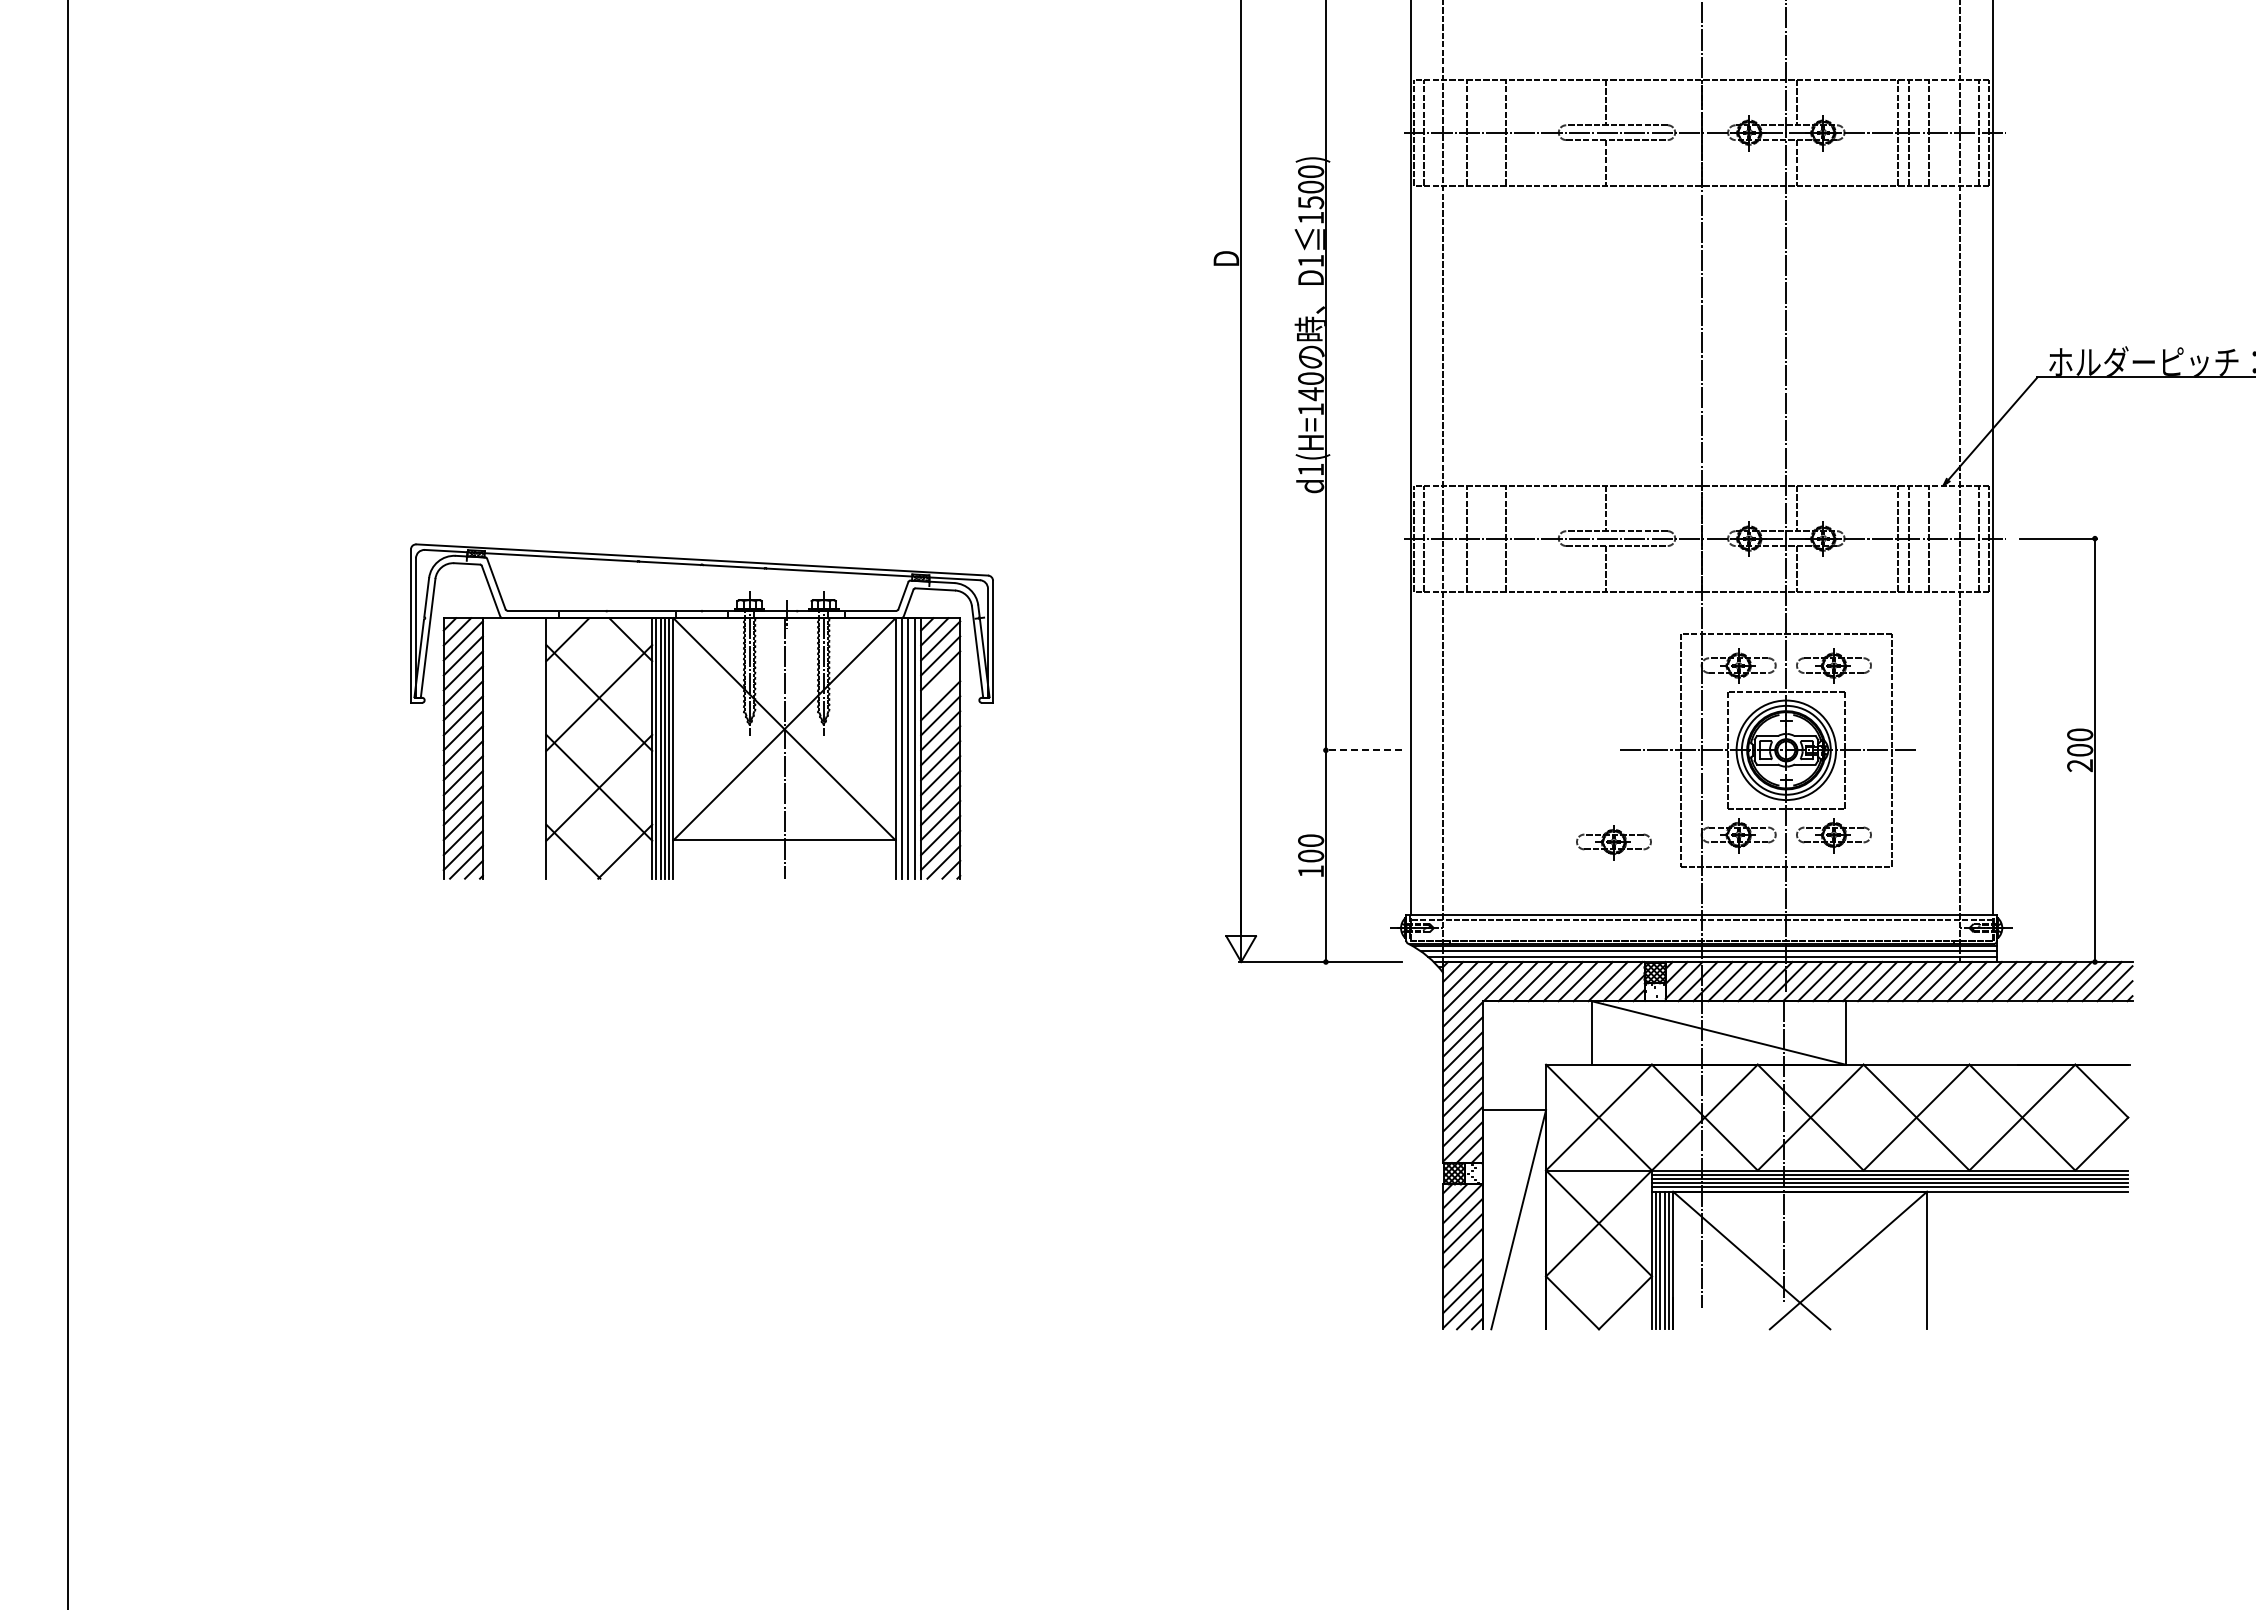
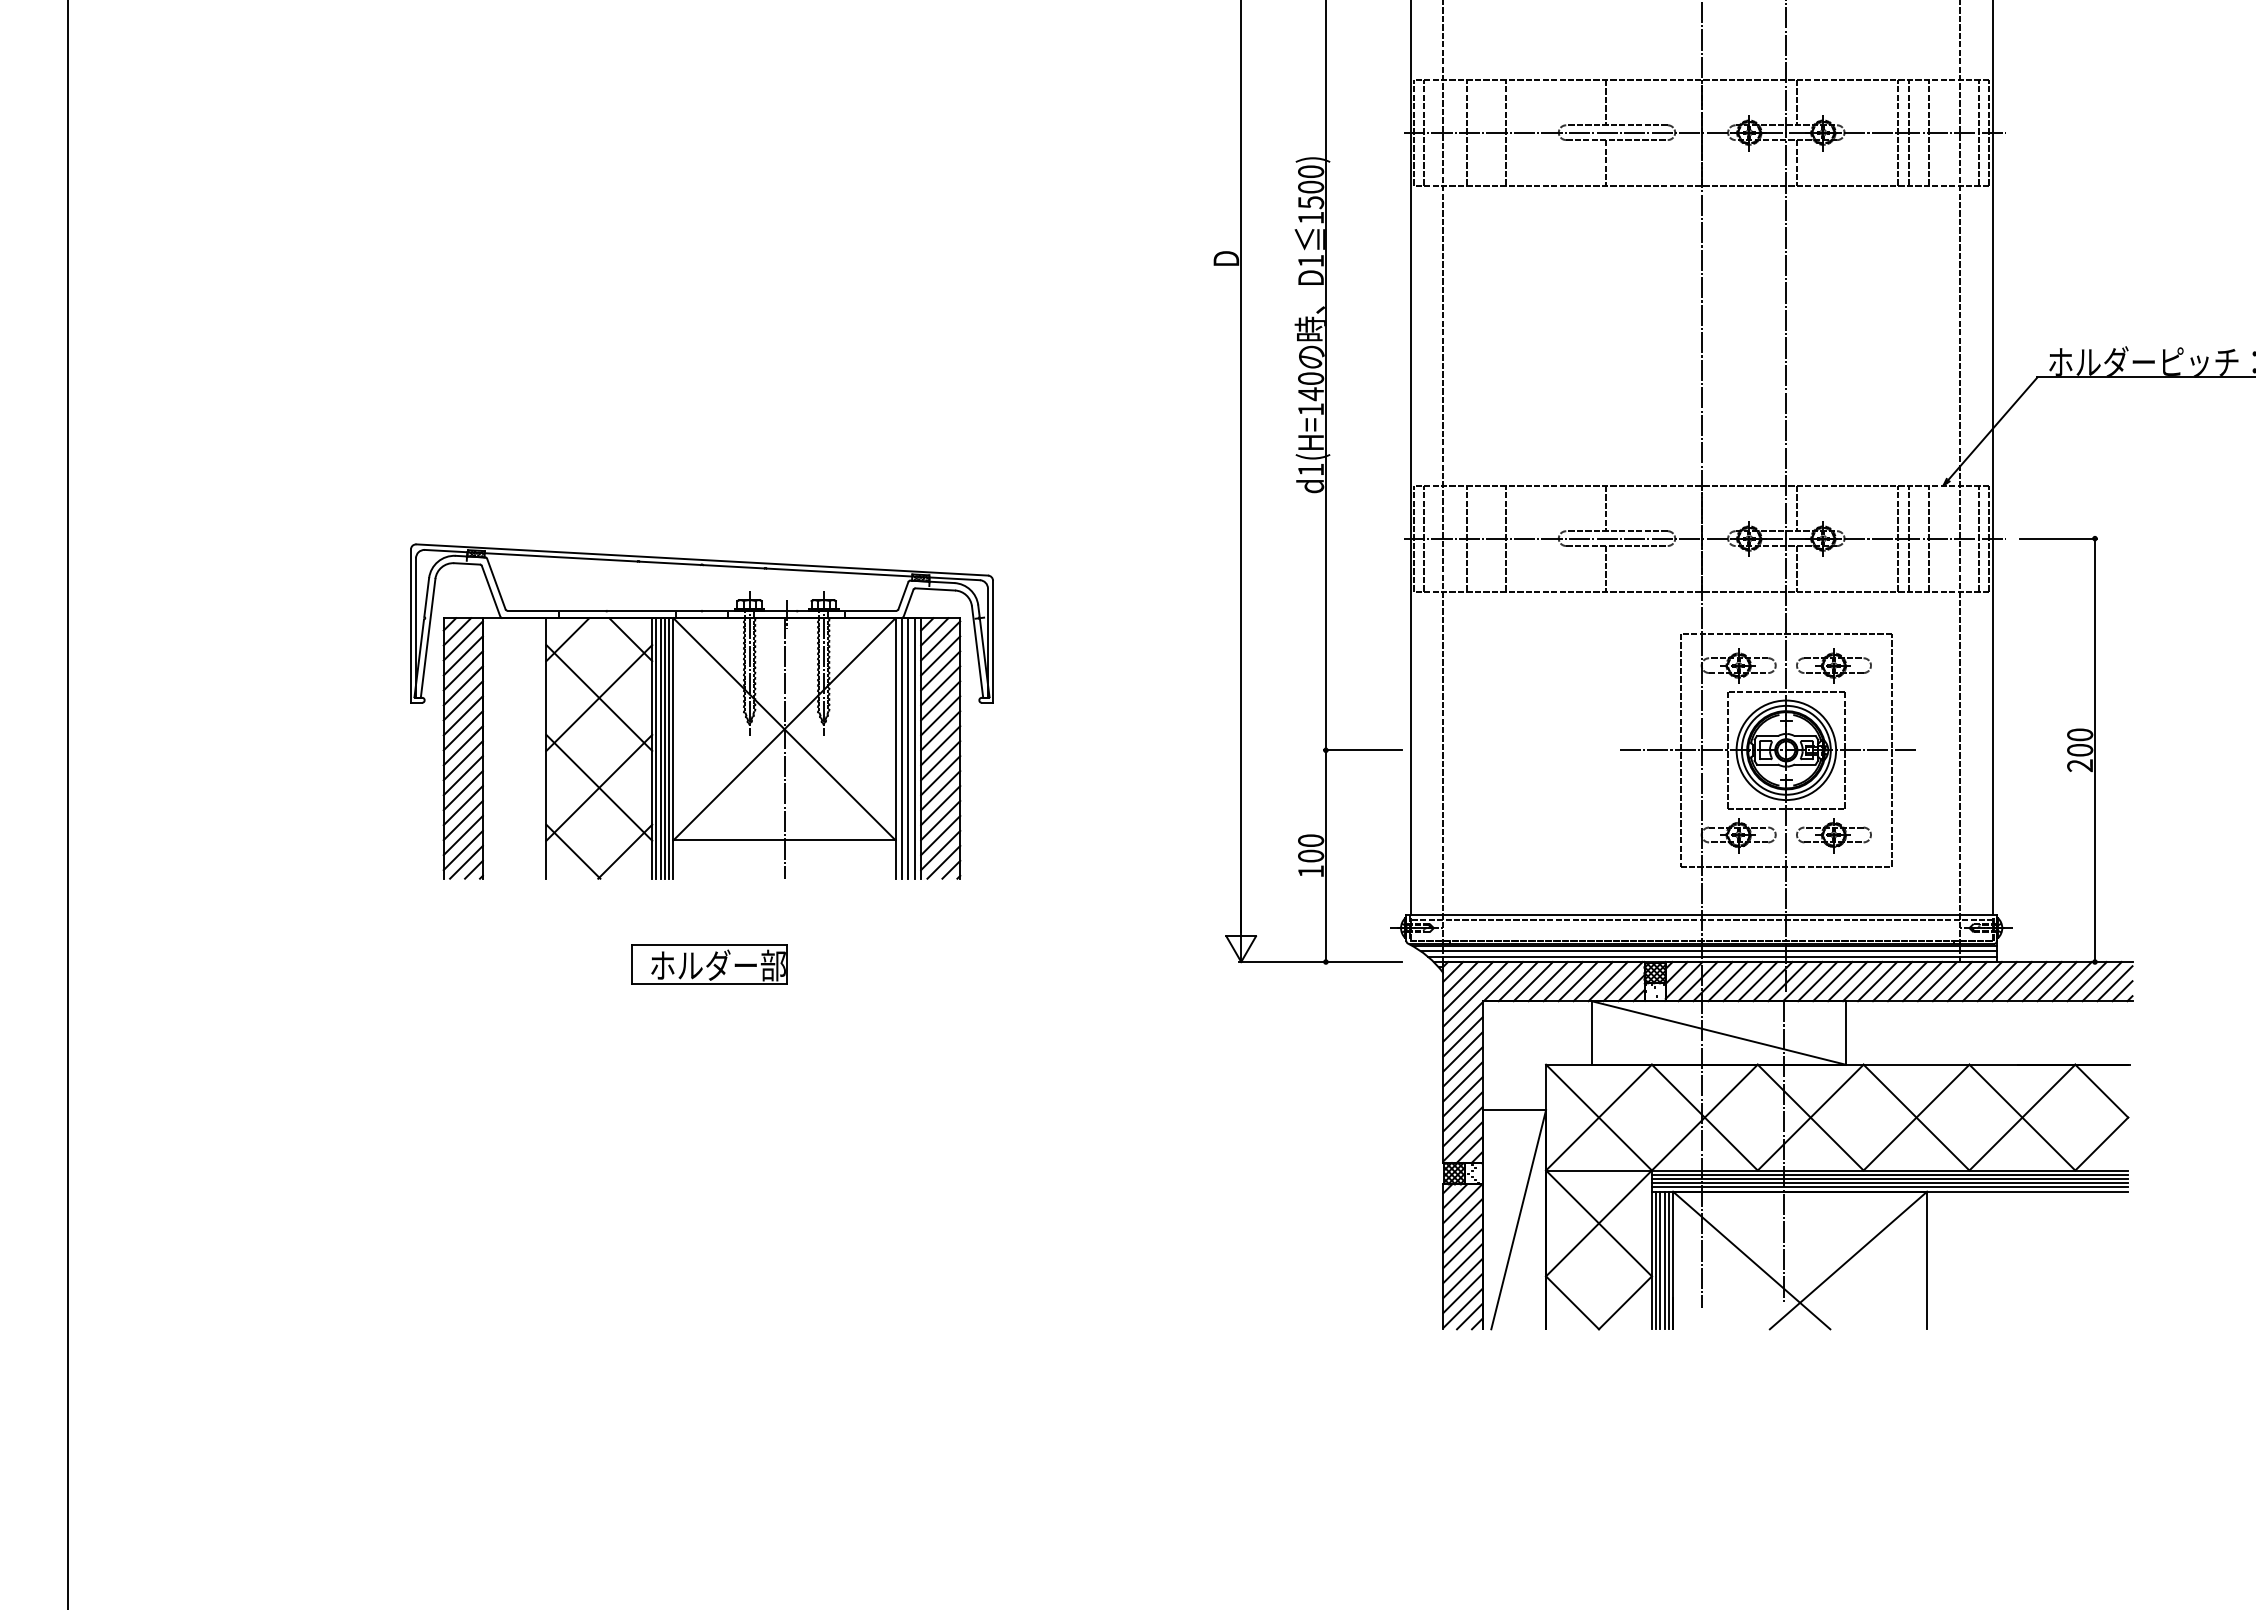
line at (940, 685): none -> present
line at (1362, 750): dashed -> solid
part at (1613, 842): present -> none
part at (709, 964): none -> present
line at (1462, 1263): none -> present
